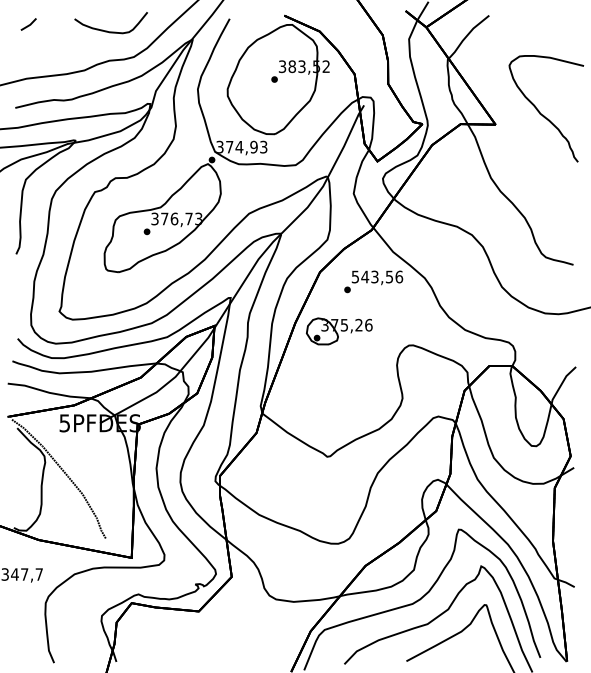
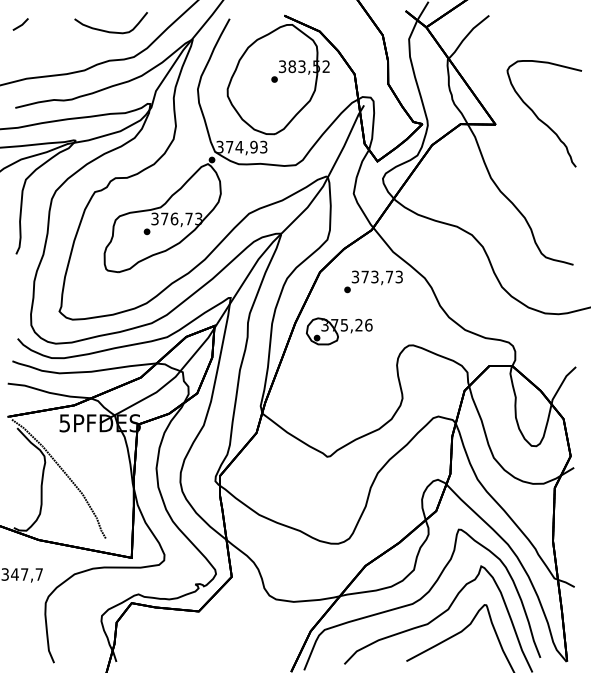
line at (28, 24) position: (28, 24) -> (20, 24)
curve at (543, 114) position: (543, 114) -> (541, 119)
text at (377, 276): 543,56 -> 373,73
